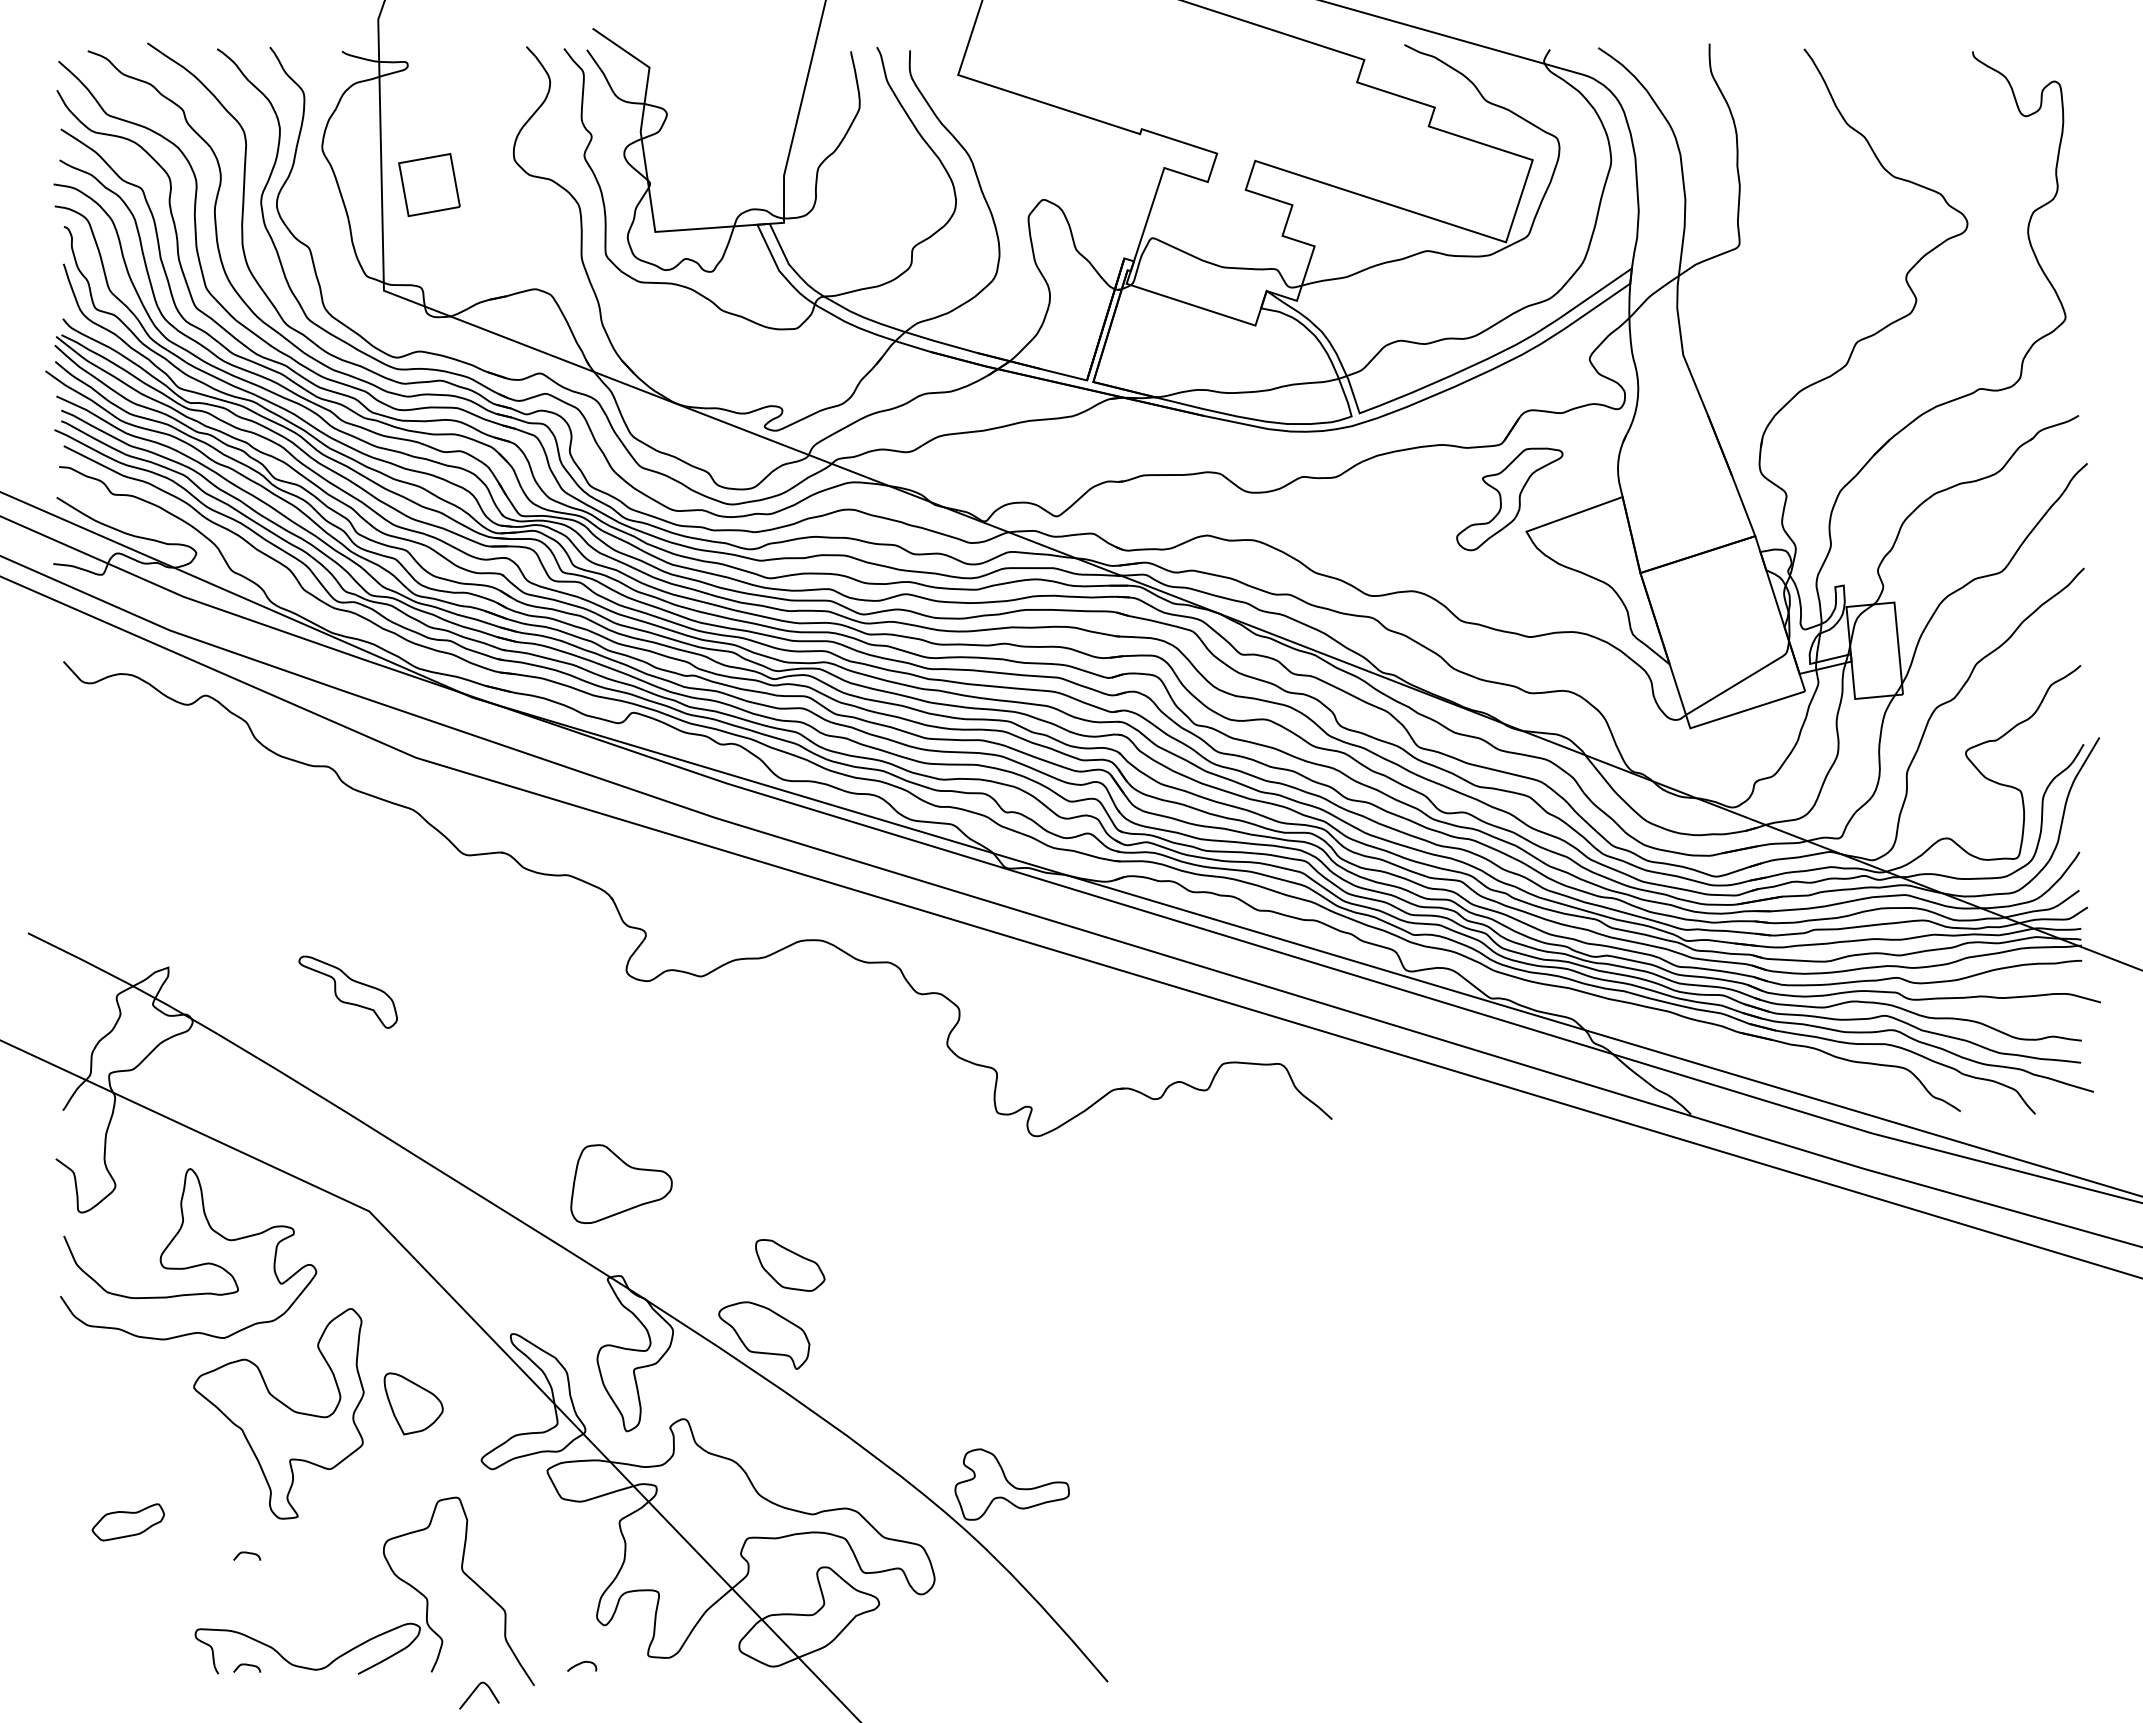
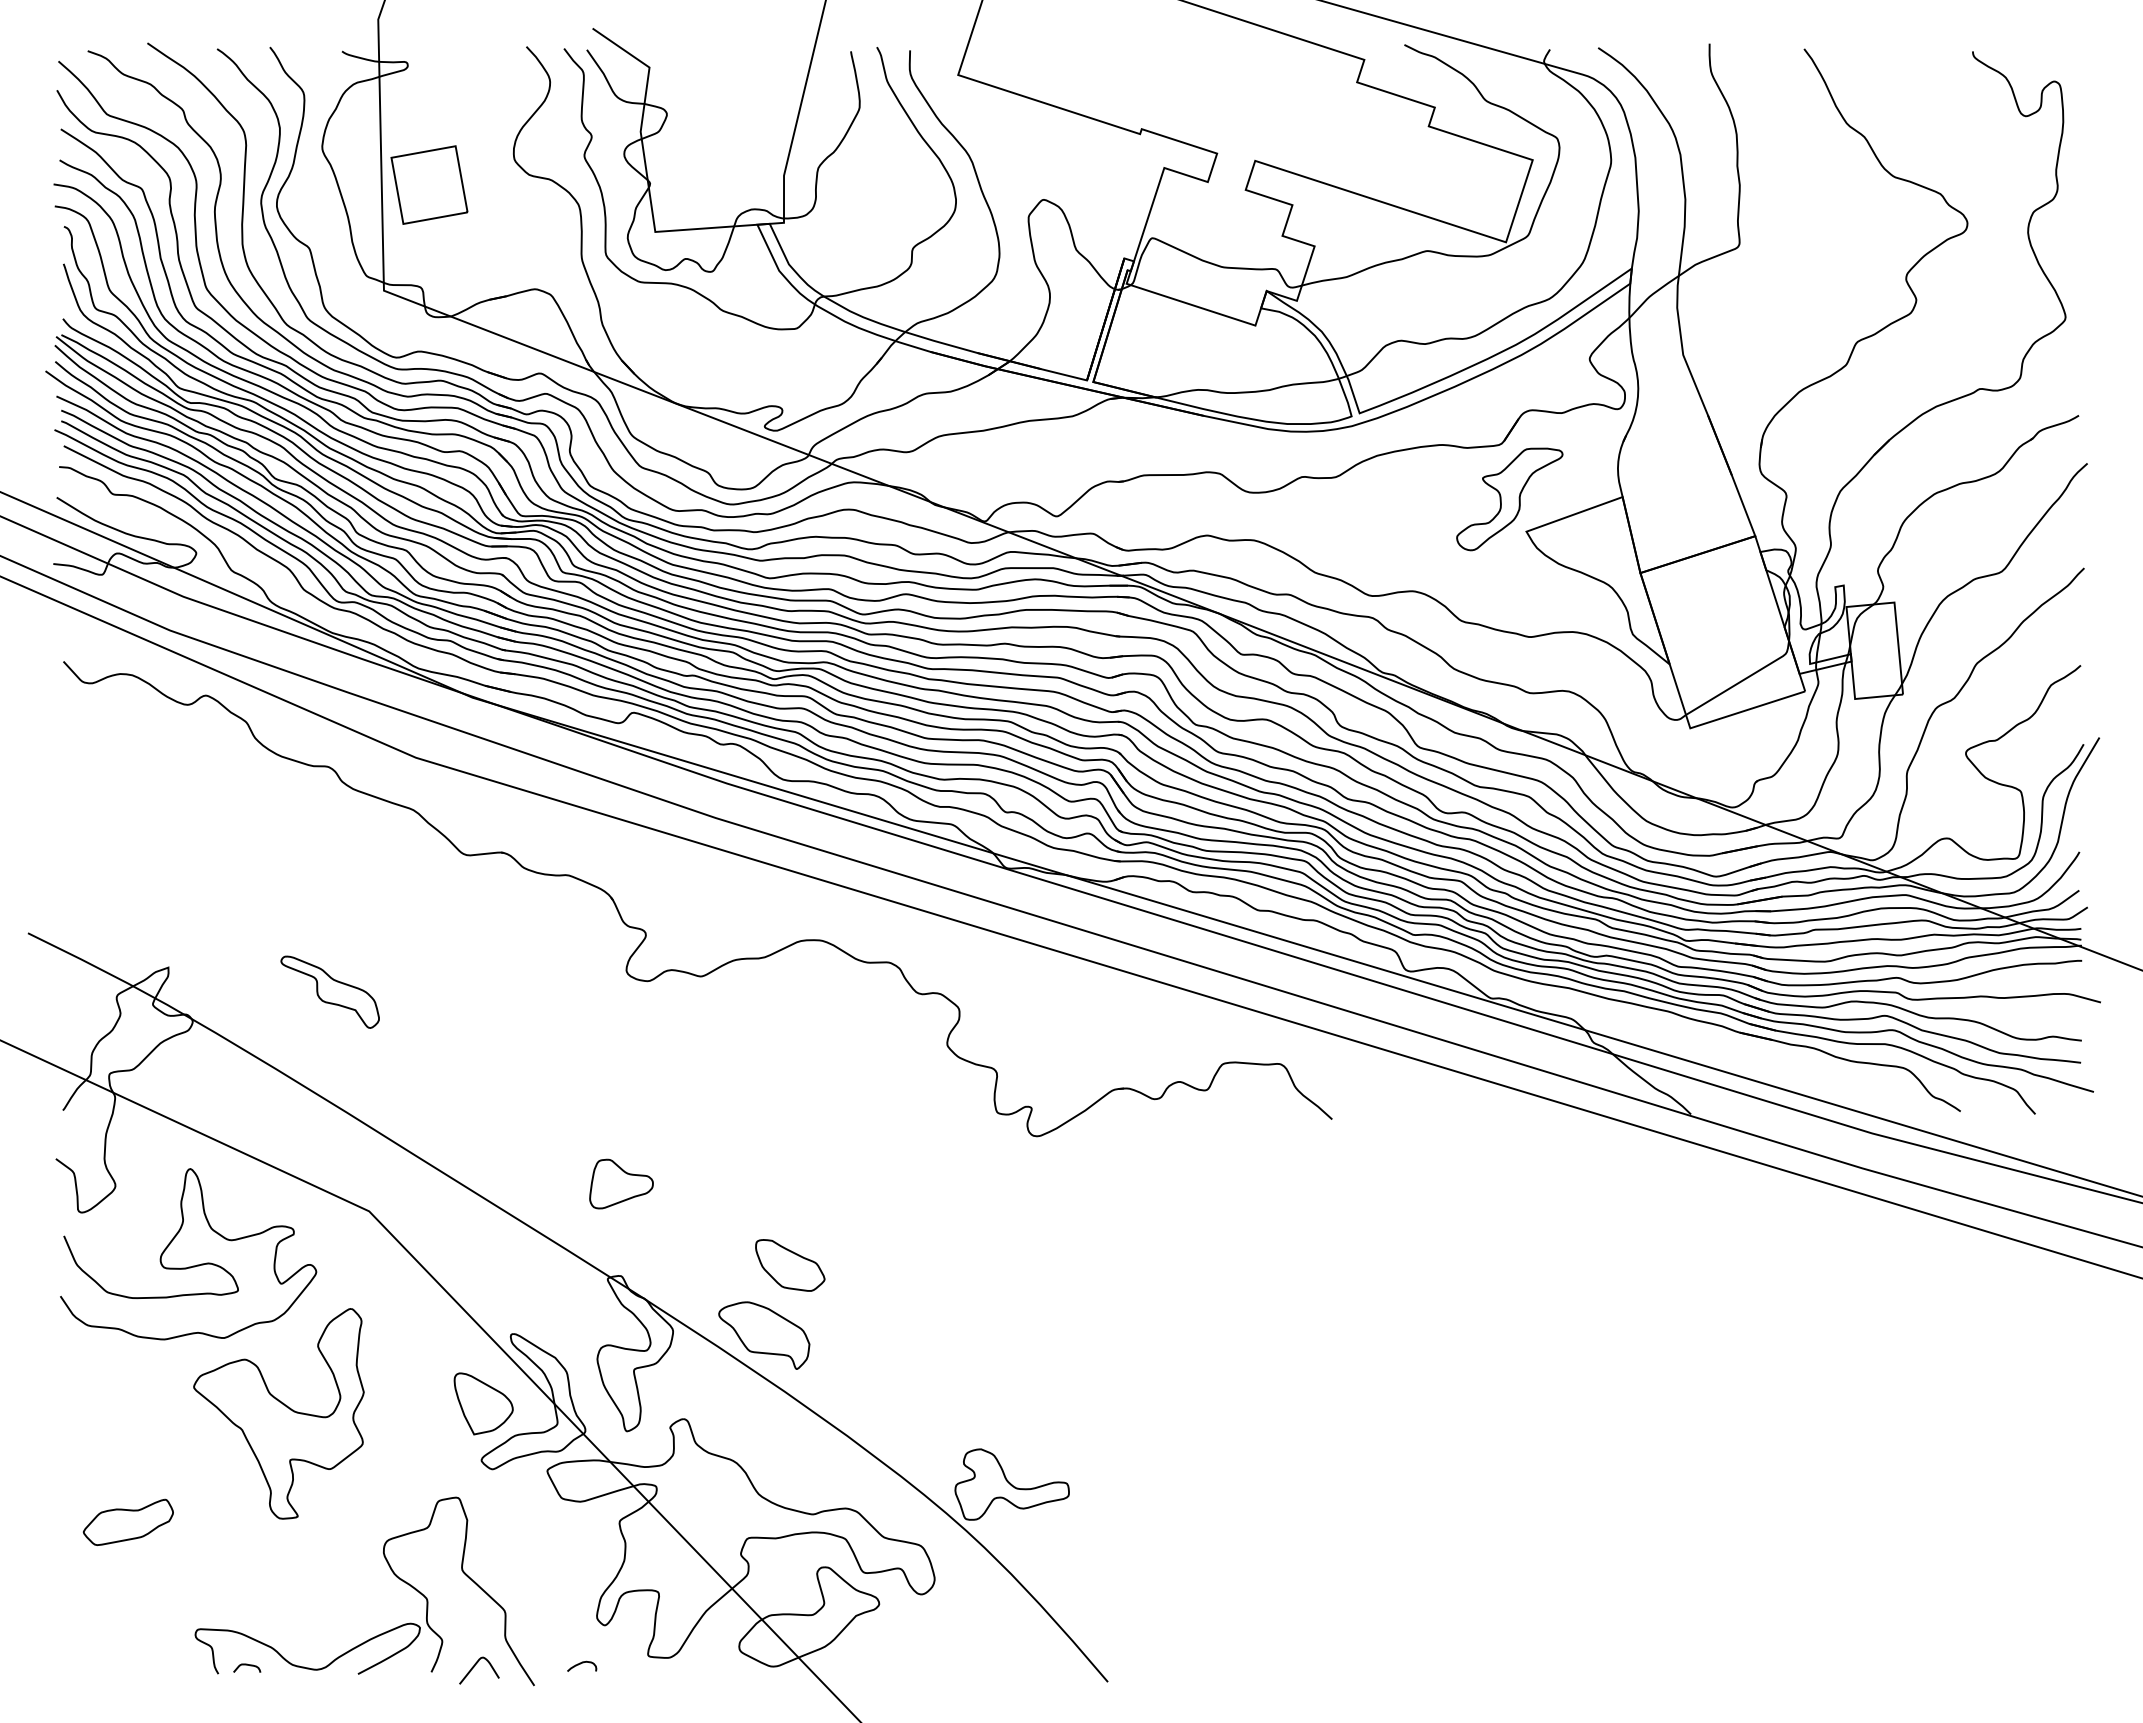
part at (429, 185) size: 63x65 px -> 79x80 px
part at (347, 991) position: (347, 991) -> (329, 991)
part at (621, 1183) size: 103x80 px -> 65x52 px
part at (413, 1403) position: (413, 1403) -> (483, 1403)
part at (127, 1522) size: 74x39 px -> 92x48 px
curve at (247, 1553): present -> none
curve at (474, 1692) position: (474, 1692) -> (474, 1667)
